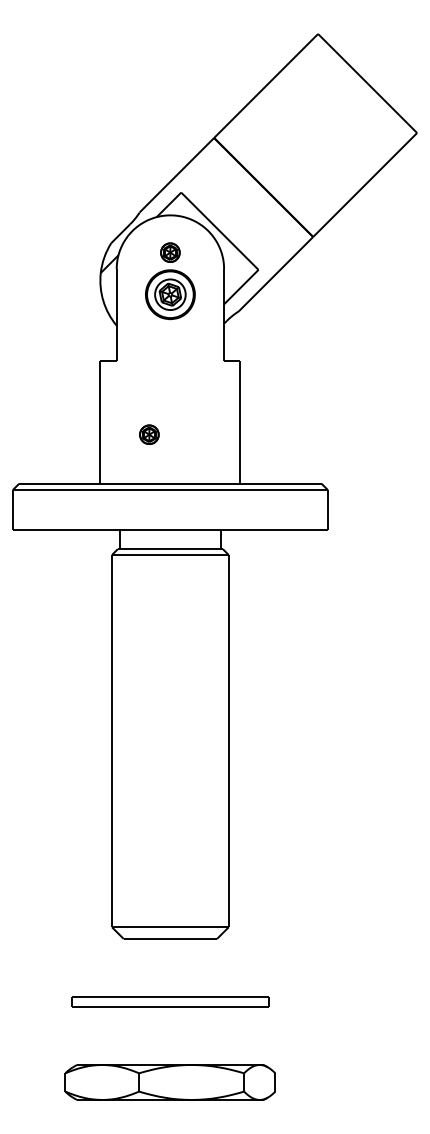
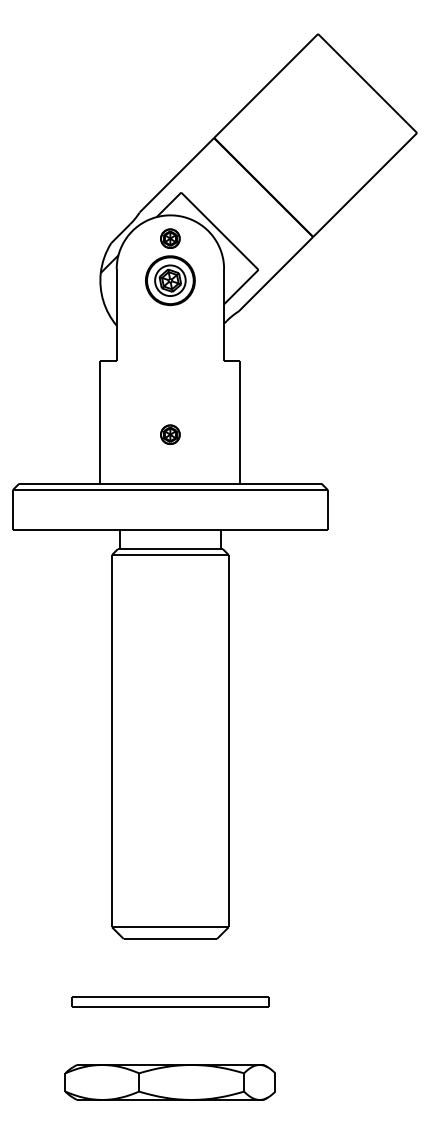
part at (170, 281) position: (170, 281) -> (170, 267)
part at (149, 434) position: (149, 434) -> (170, 434)
